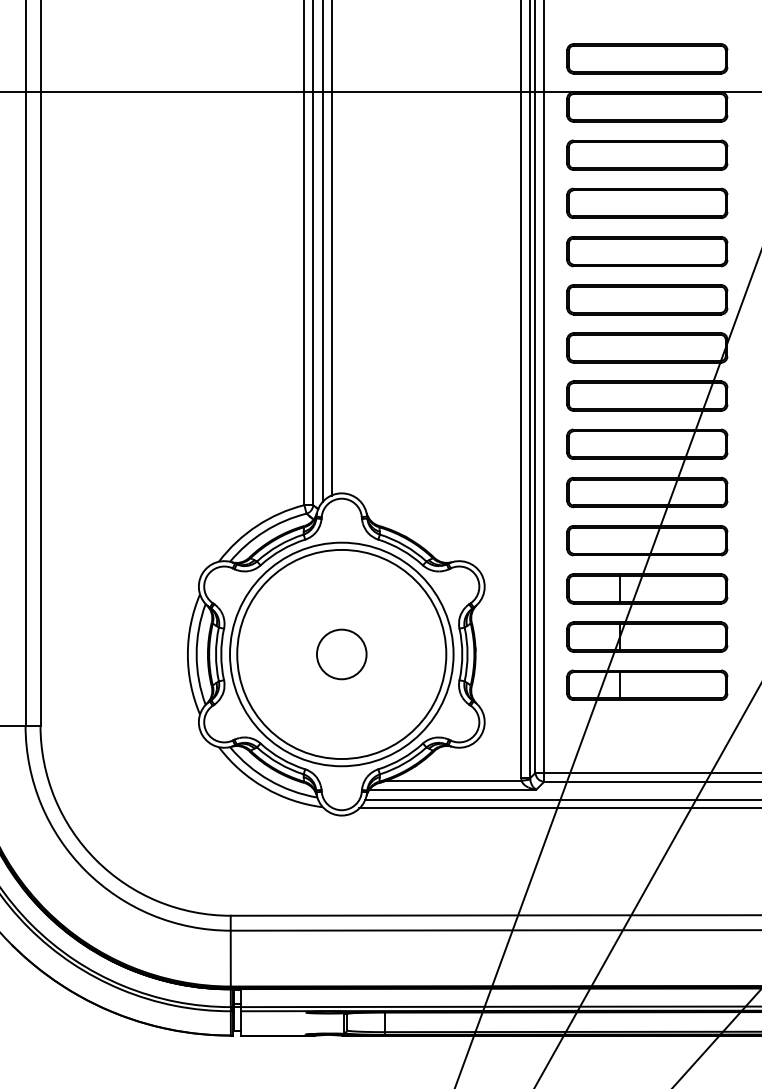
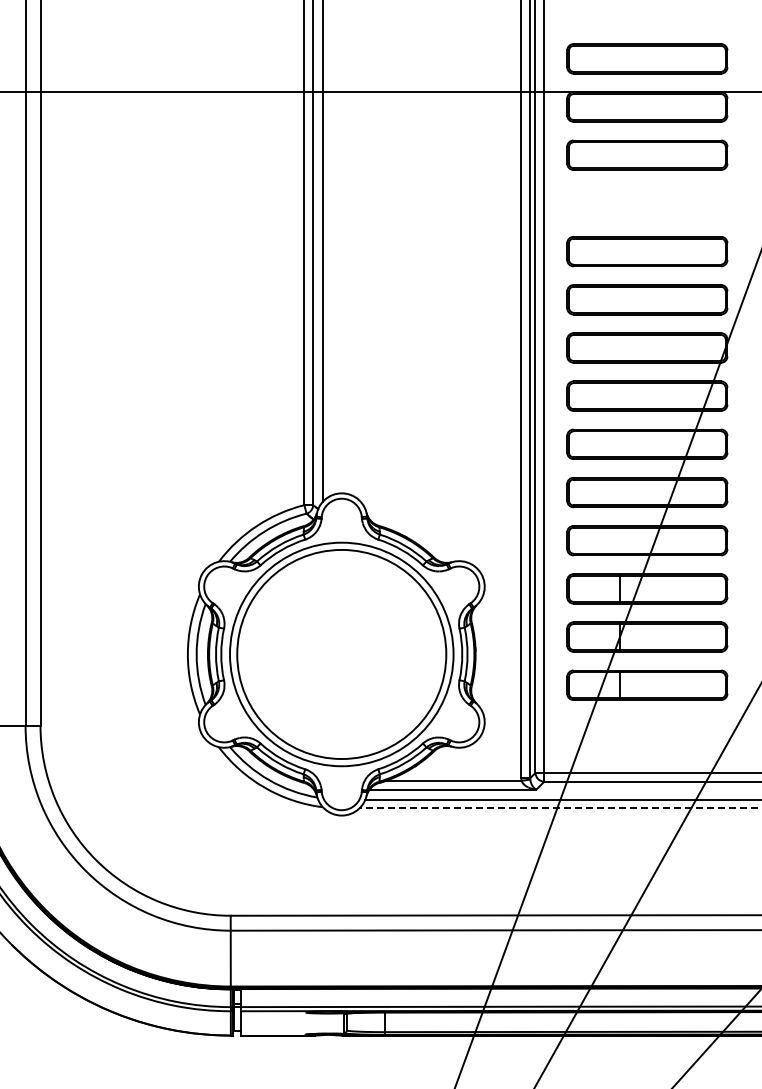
part at (647, 202): present -> none
line at (331, 248): present -> none
circle at (341, 654): present -> none
line at (560, 808): solid -> dashed
